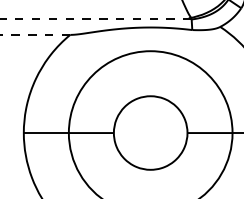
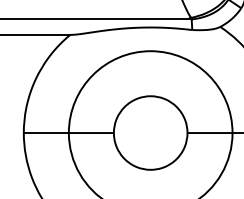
line at (95, 19): dashed -> solid
line at (35, 34): dashed -> solid
